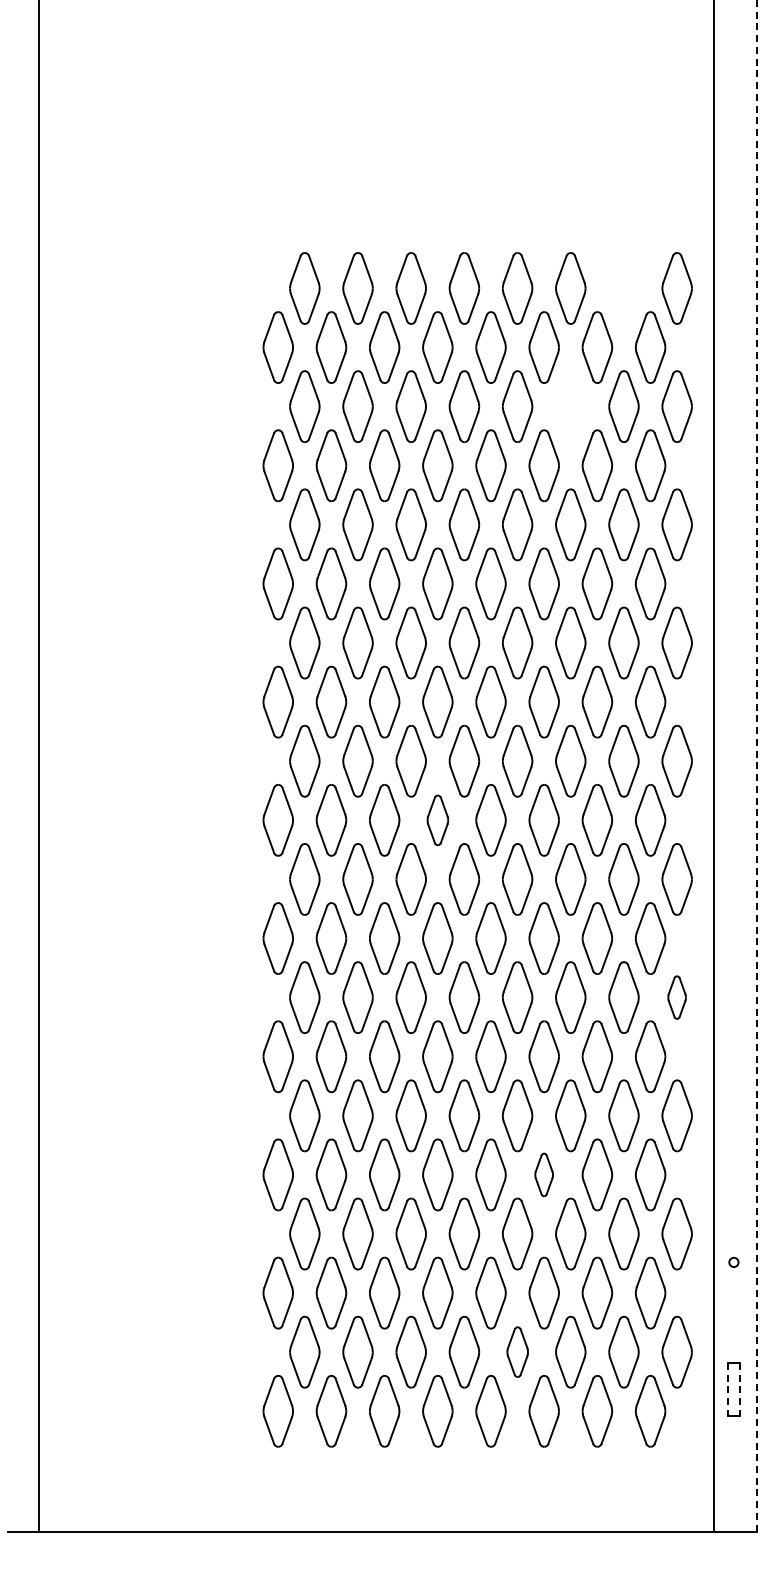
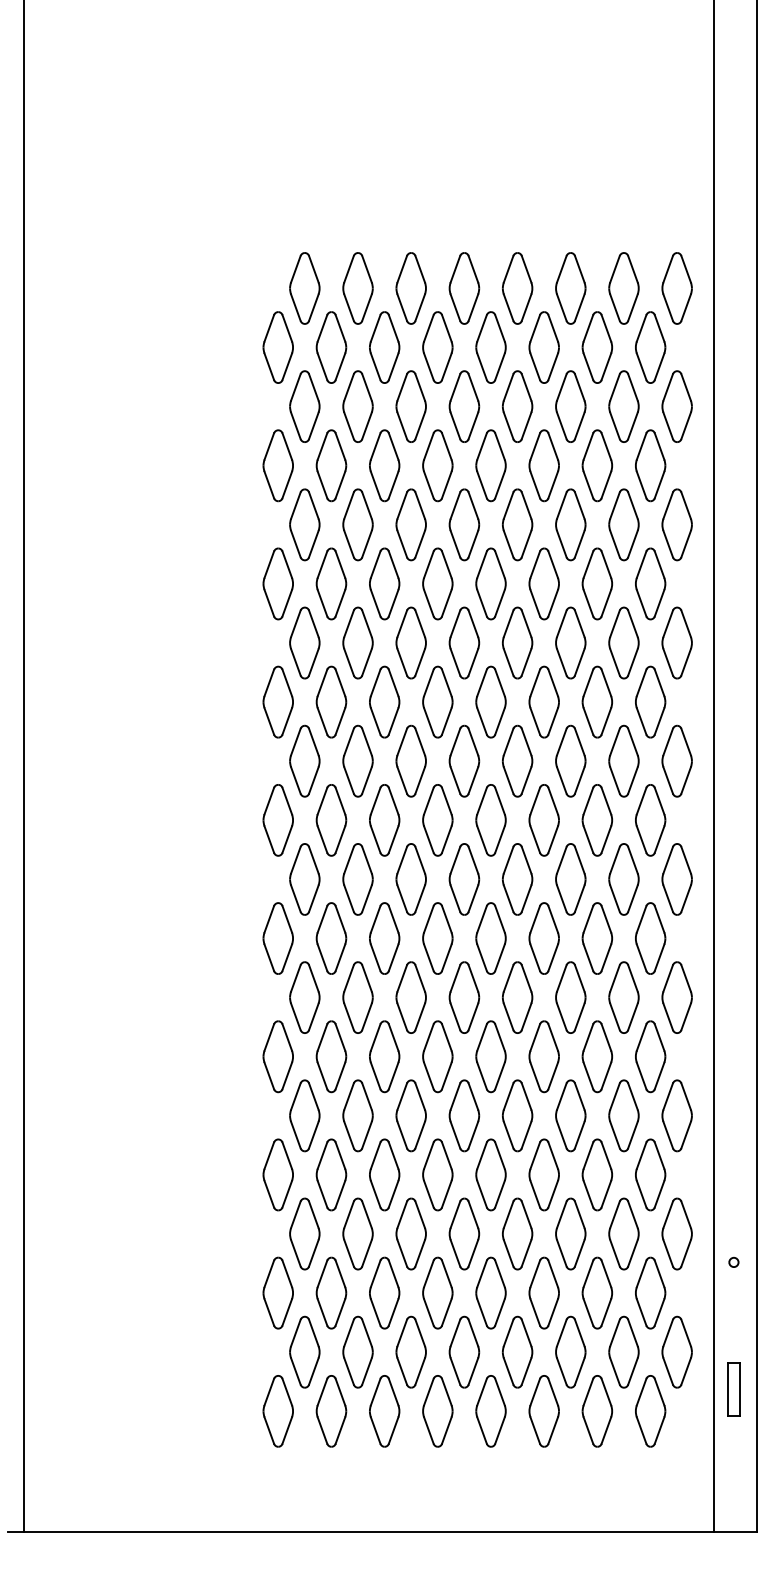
part at (623, 288): none -> present
part at (570, 406): none -> present
line at (757, 765): dashed -> solid
line at (38, 766) position: (38, 766) -> (23, 766)
part at (437, 820) size: 24x53 px -> 32x73 px
part at (676, 997) size: 20x45 px -> 32x73 px
part at (543, 1174) size: 20x46 px -> 32x74 px
part at (517, 1351) size: 23x52 px -> 32x74 px
line at (728, 1389): dashed -> solid
line at (739, 1389): dashed -> solid
